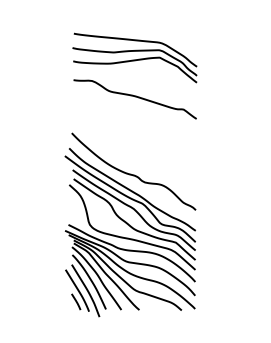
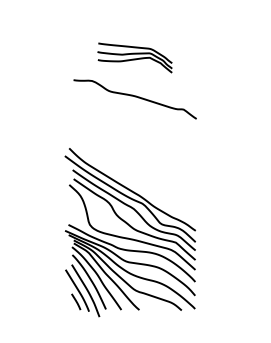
part at (134, 57) size: 126x52 px -> 76x32 px
curve at (131, 173): present -> none
